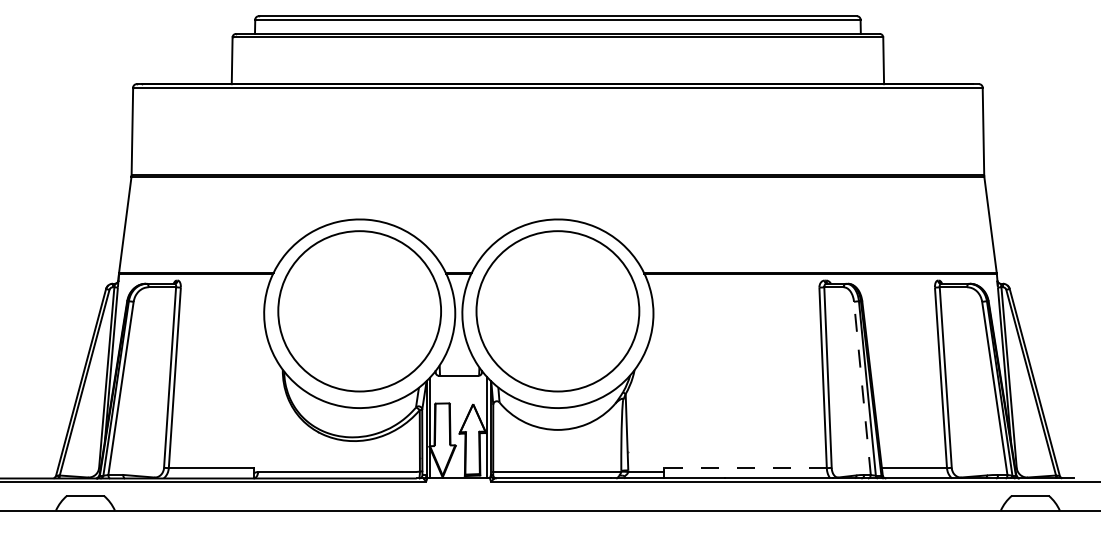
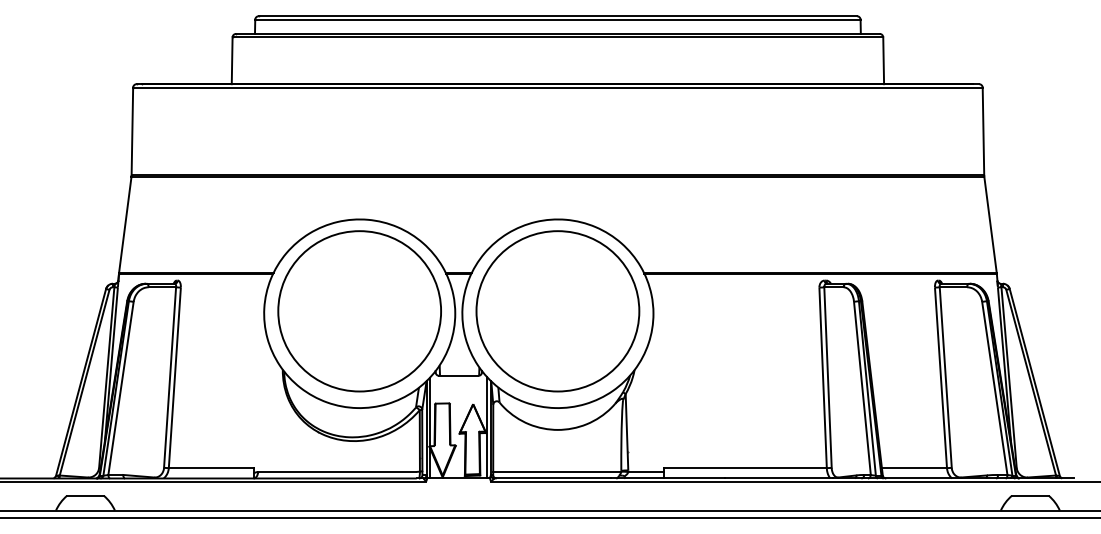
line at (862, 388): dashed -> solid
line at (744, 468): dashed -> solid
line at (549, 517): none -> present
